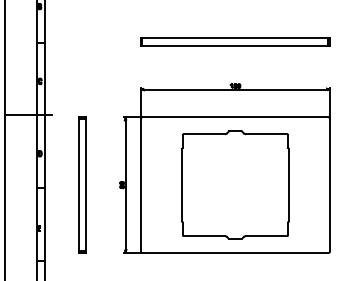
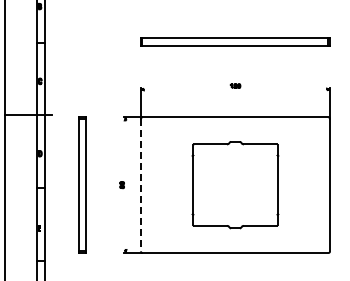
line at (234, 89): present -> none
line at (125, 184): present -> none
part at (235, 184) size: 109x110 px -> 89x89 px
line at (140, 185): solid -> dashed
